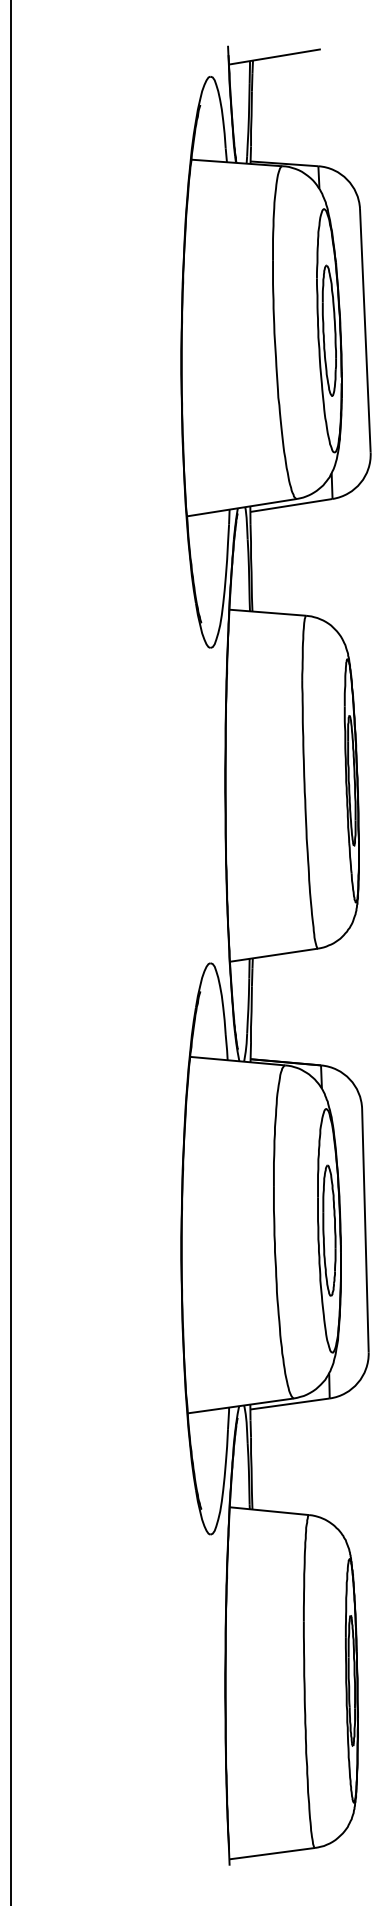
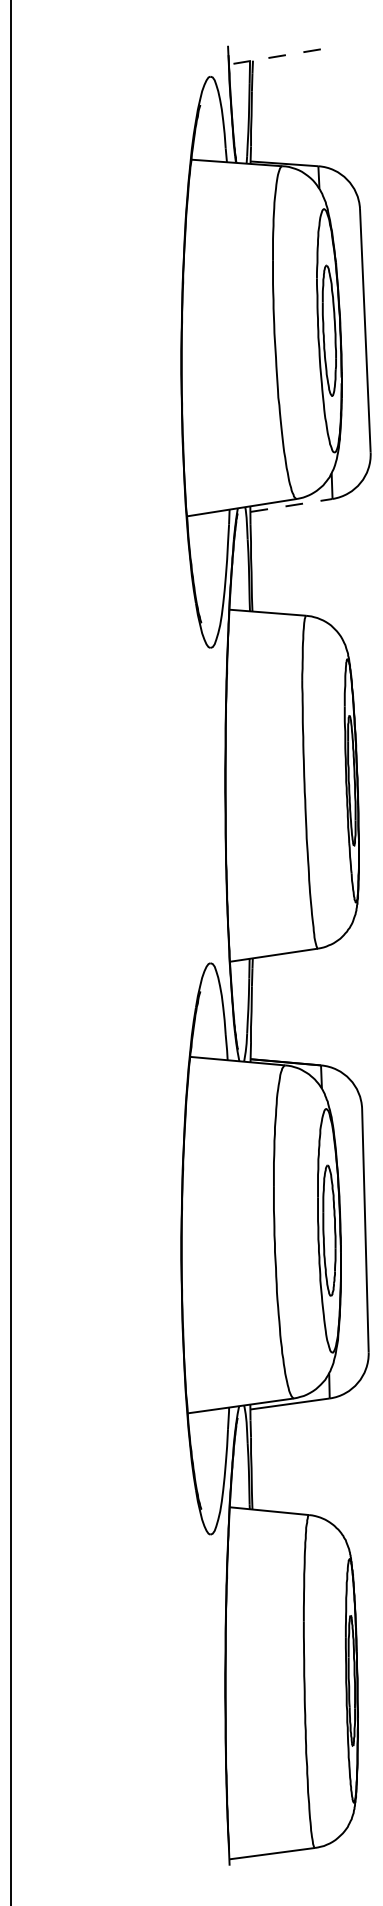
line at (274, 56): solid -> dashed
line at (291, 505): solid -> dashed
